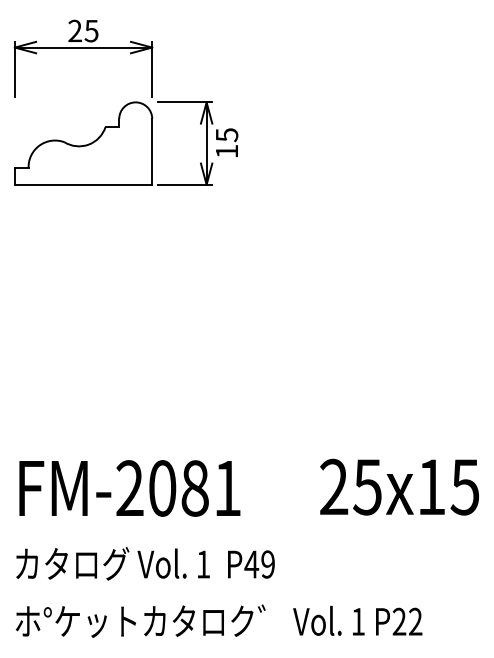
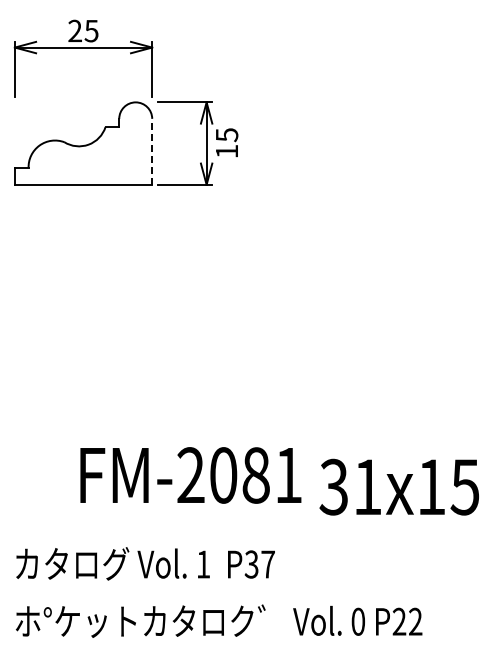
line at (152, 151): solid -> dashed
text at (350, 487): 25x15 -> 31x15
text at (129, 488) position: (129, 488) -> (190, 475)
text at (259, 564): P49 -> P37
text at (357, 621): 1 -> 0
